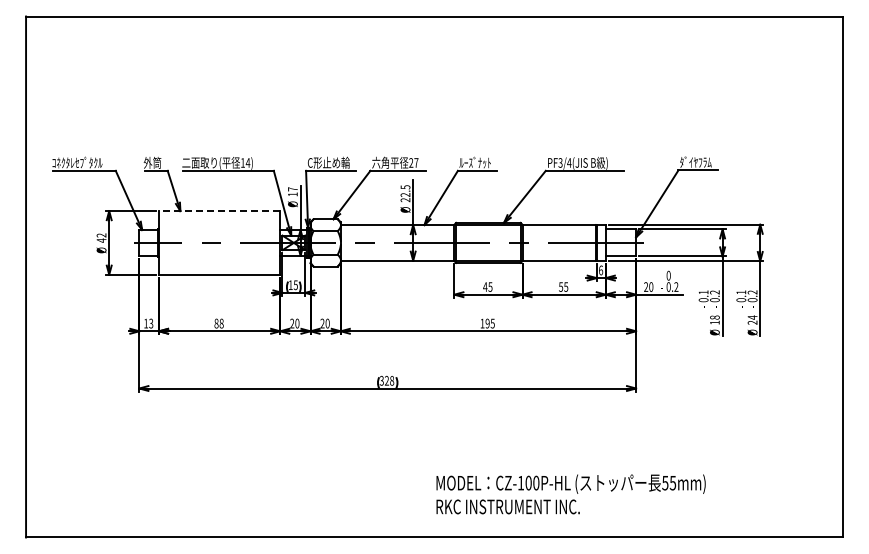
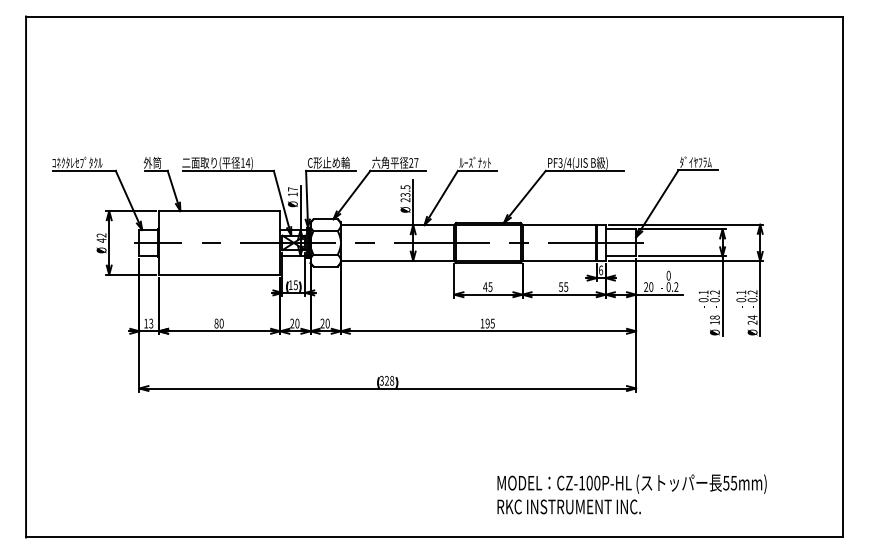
text at (406, 194): 22.5 -> 23.5
line at (219, 211): dashed -> solid
text at (221, 324): 88 -> 80
text at (570, 494) position: (570, 494) -> (631, 494)
